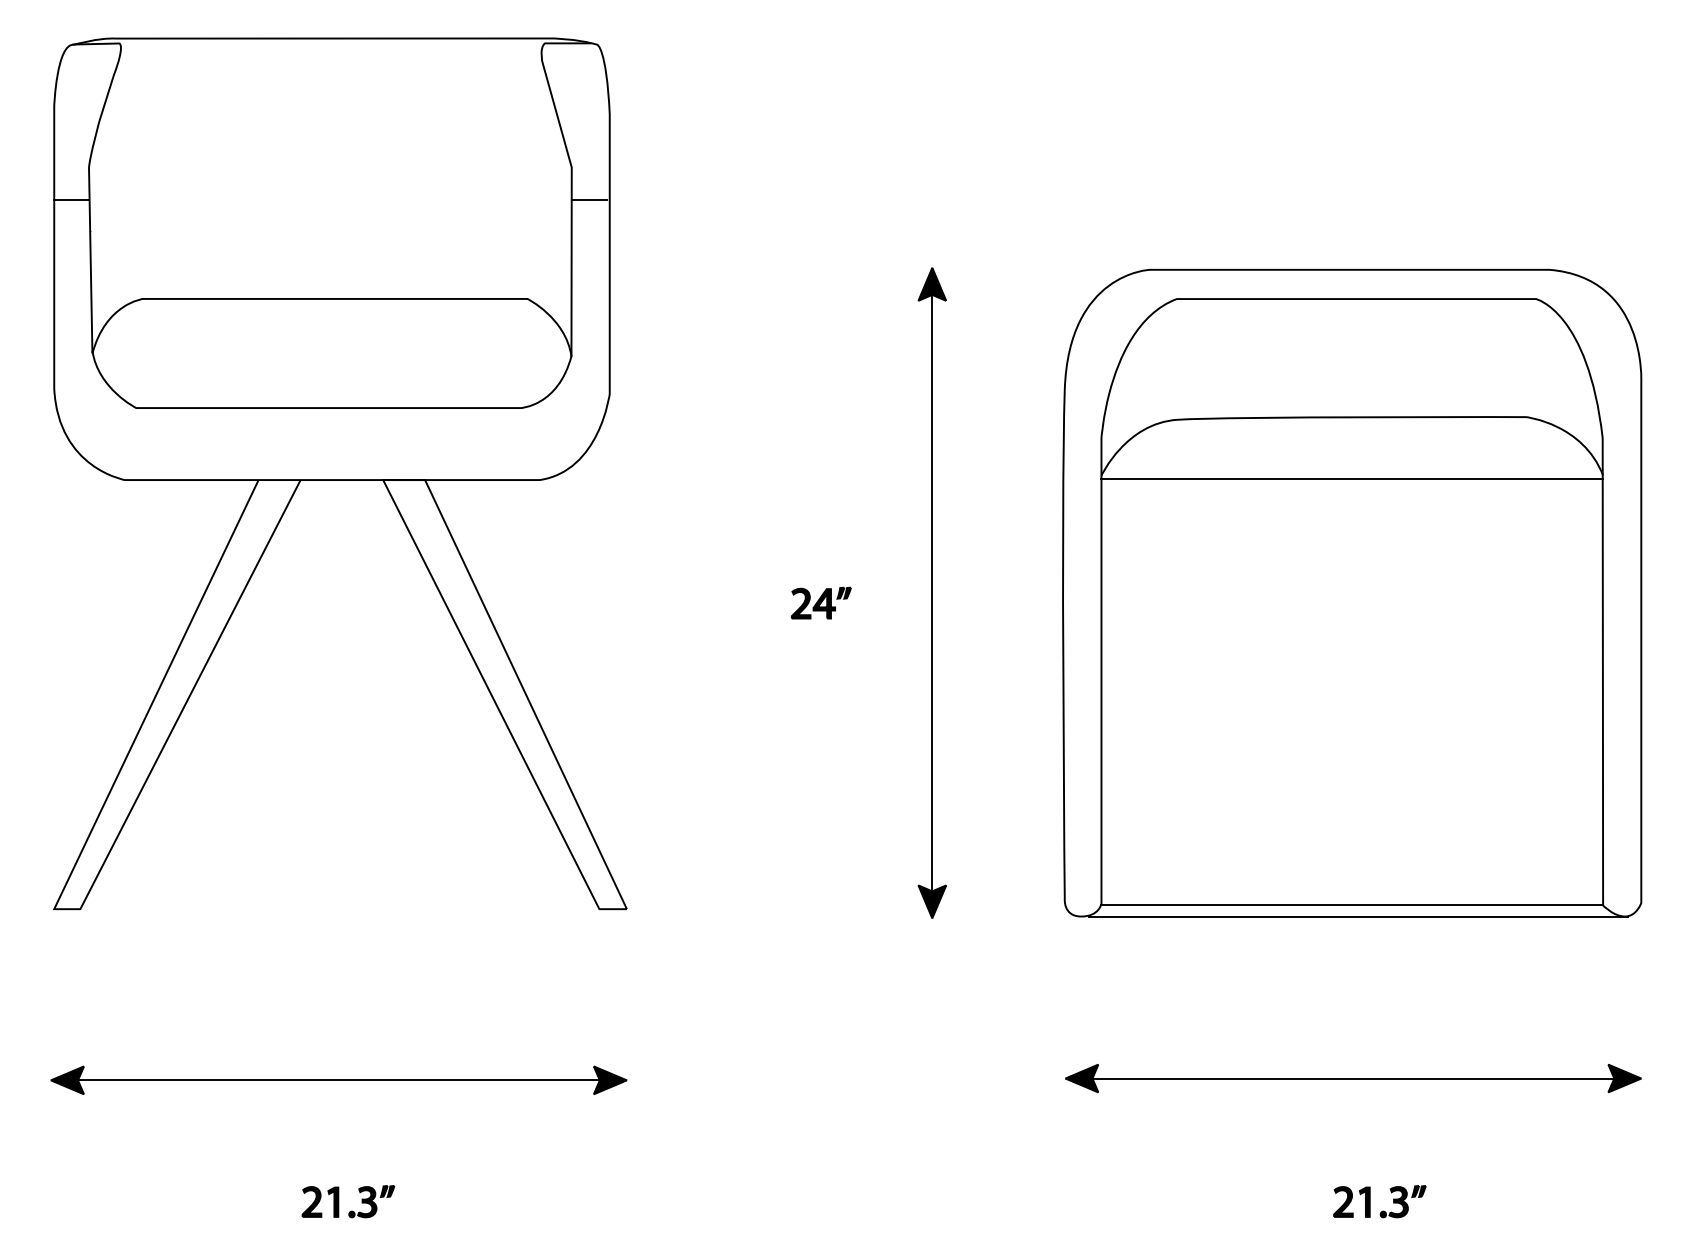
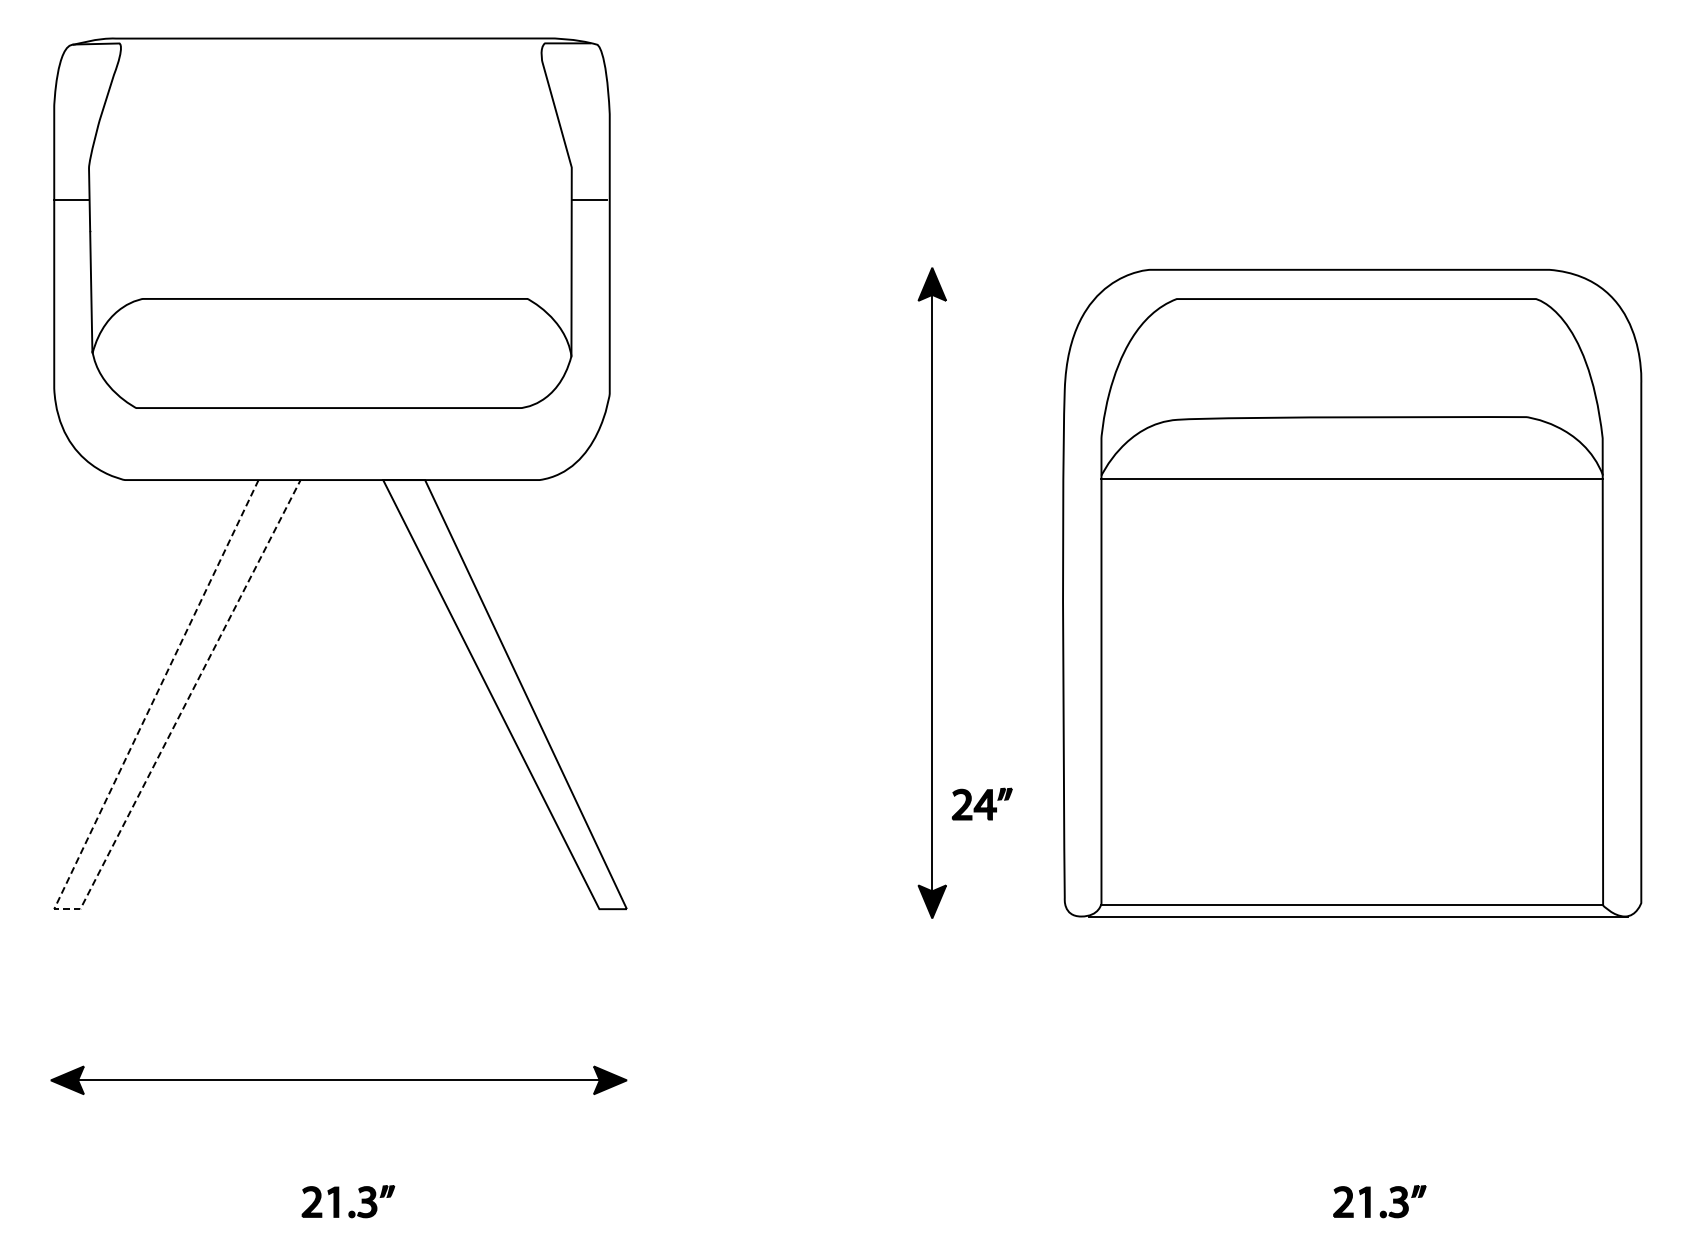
part at (820, 602) position: (820, 602) -> (981, 803)
line at (70, 909): solid -> dashed
part at (1353, 1078): present -> none
